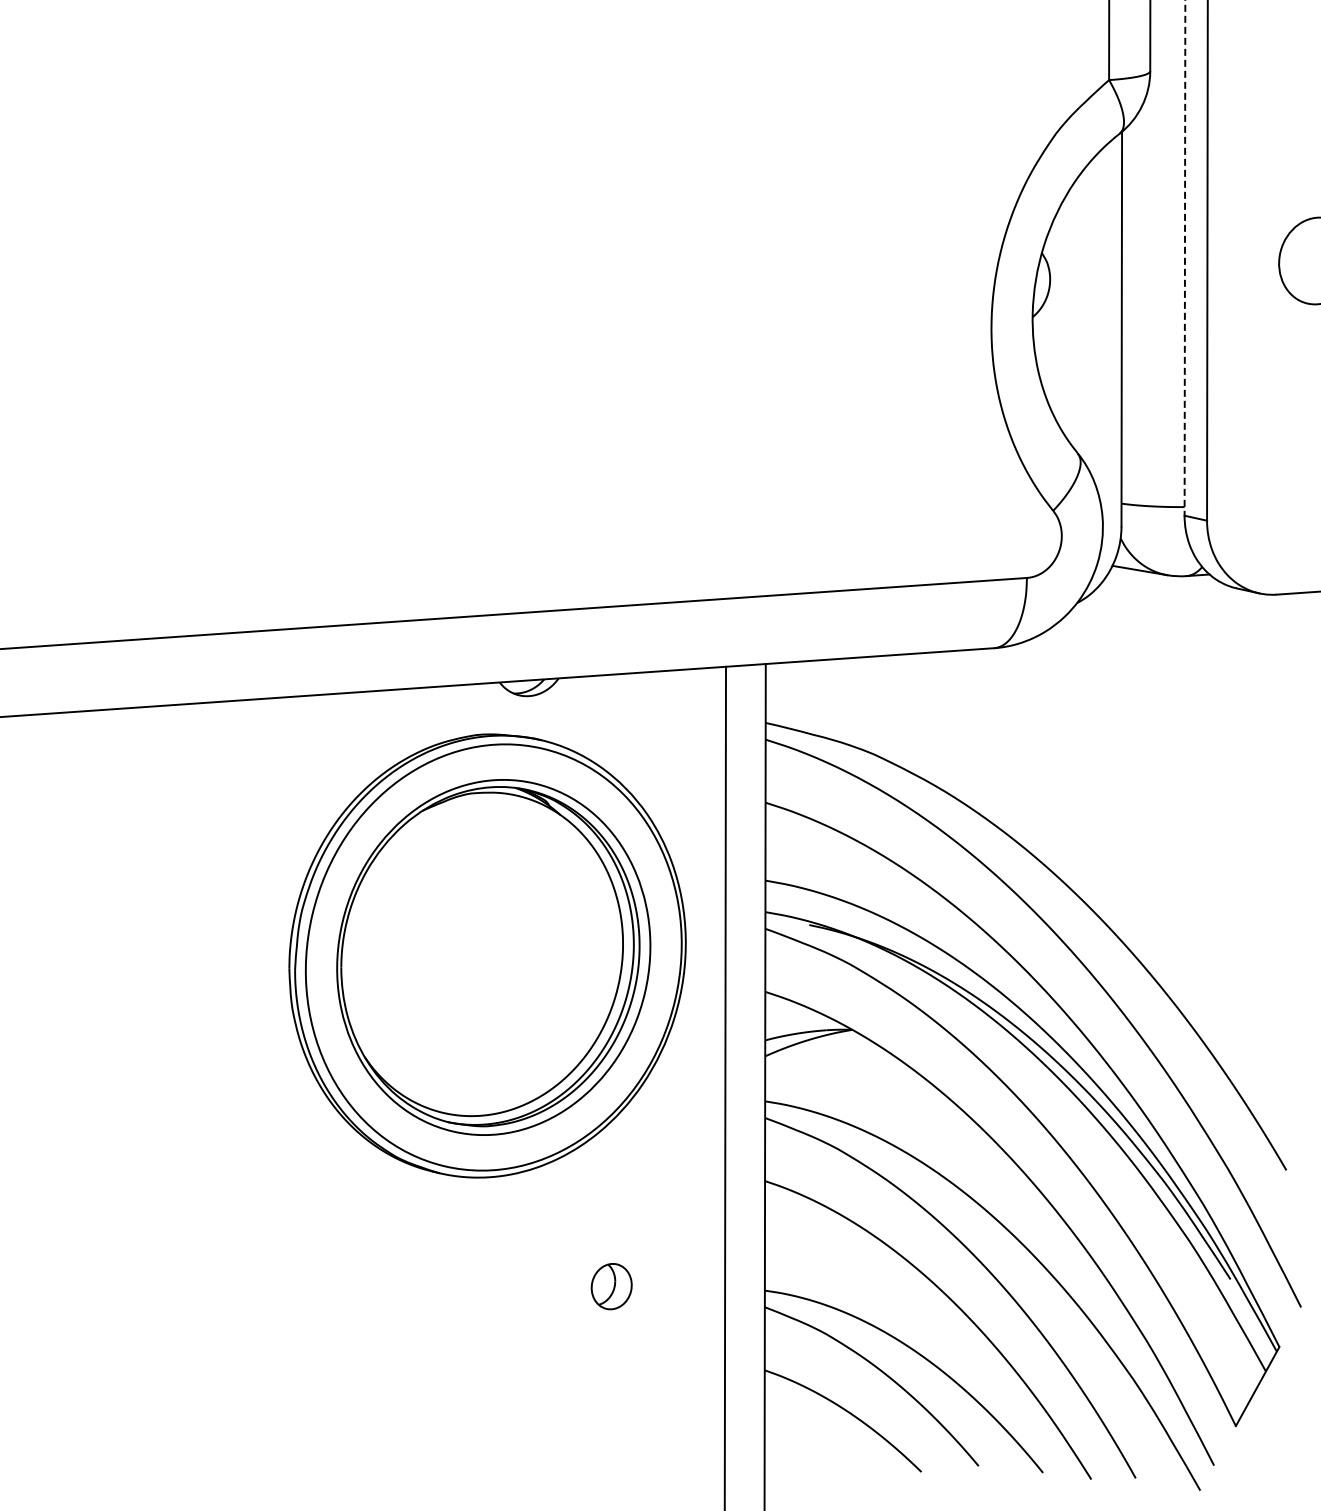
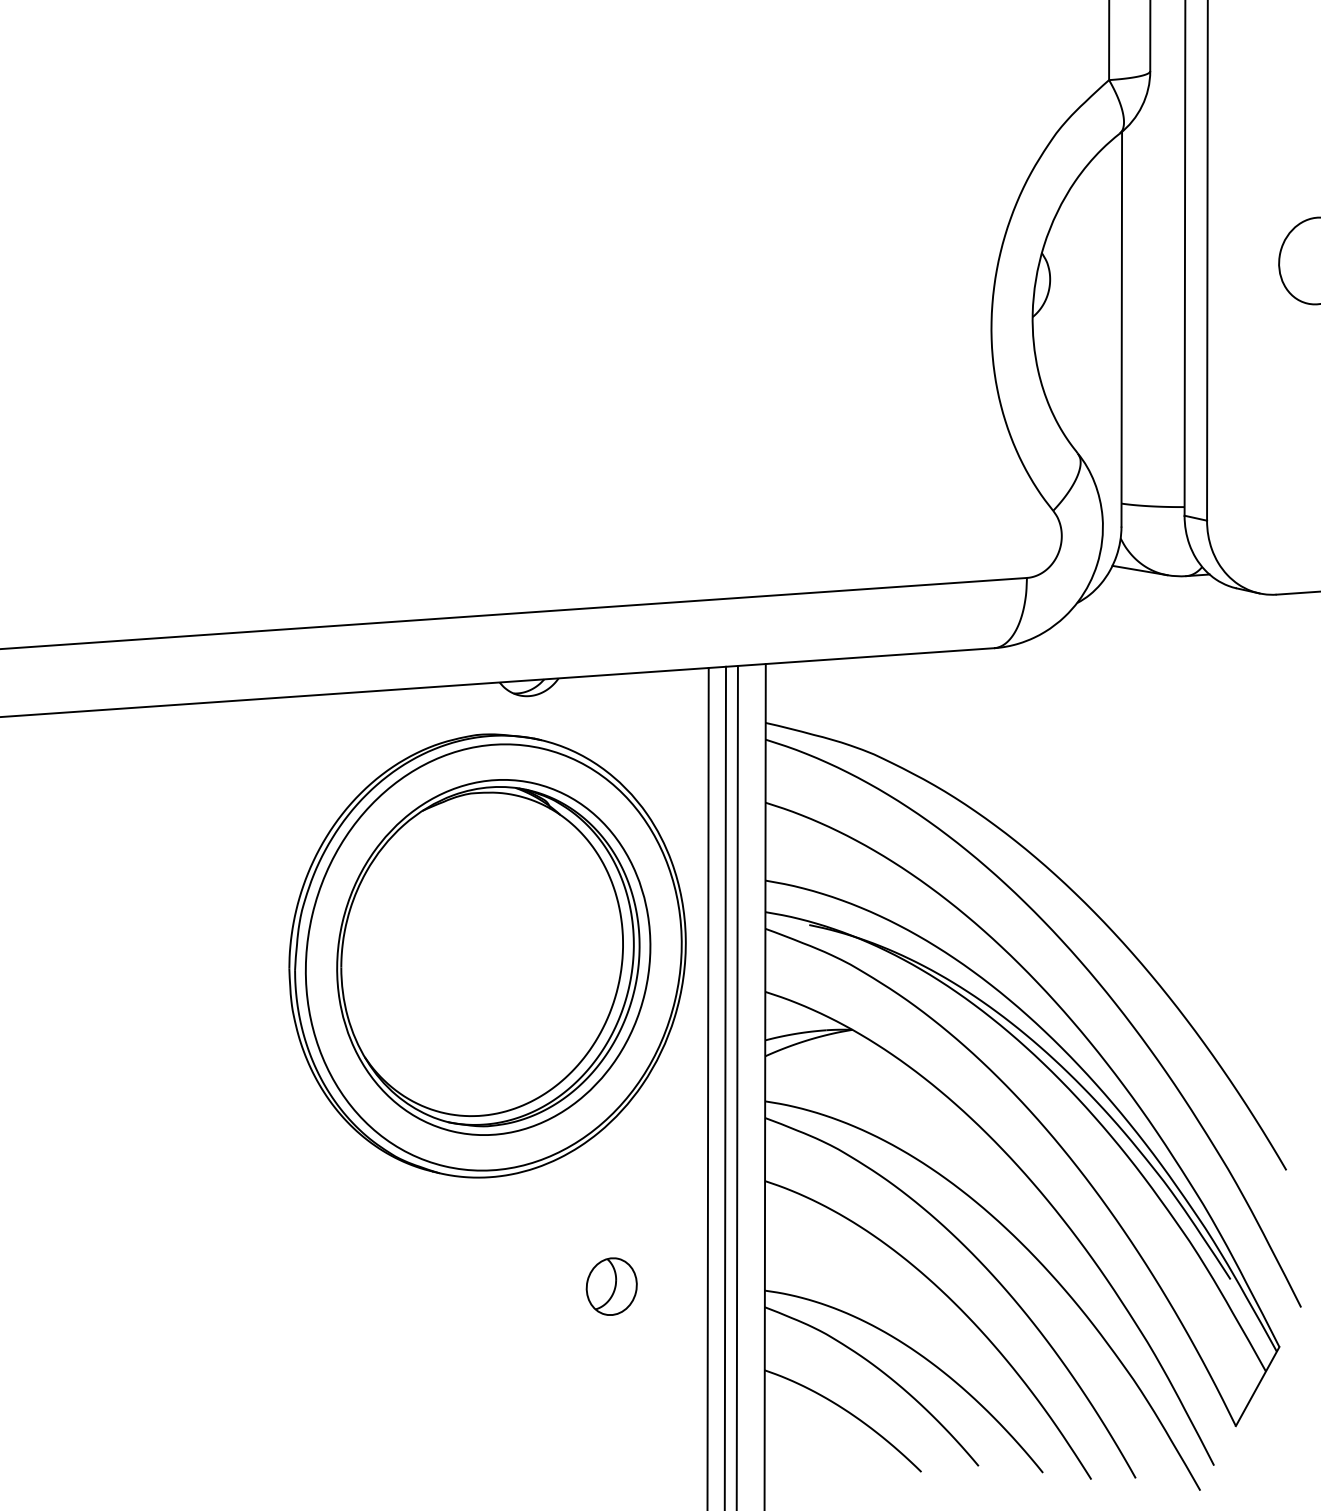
line at (1184, 258): dashed -> solid
line at (736, 1086): none -> present
line at (707, 1087): none -> present
part at (611, 1286) size: 43x48 px -> 53x59 px
